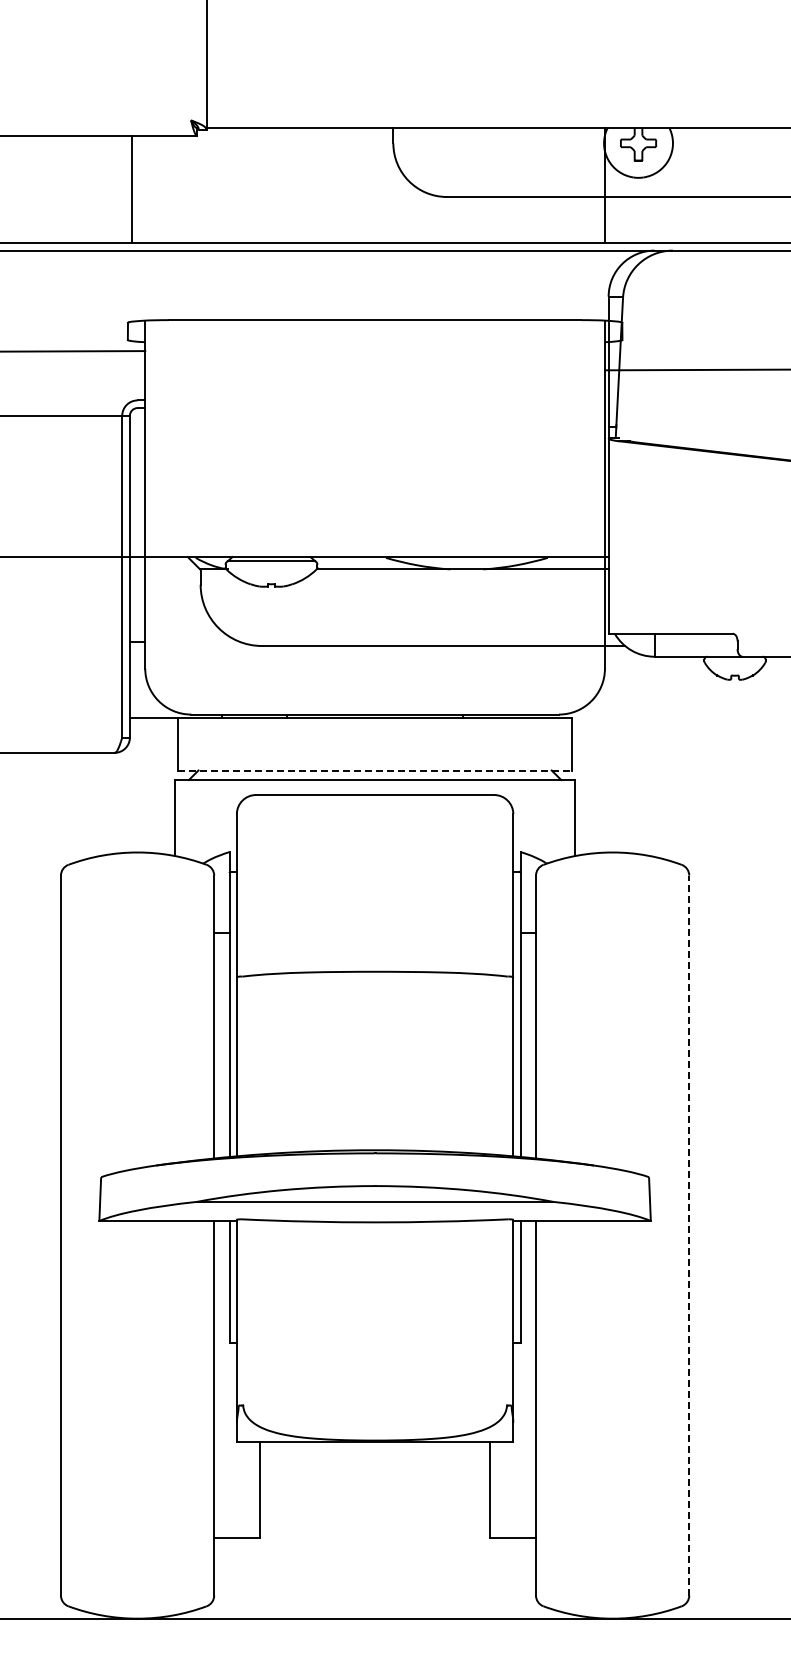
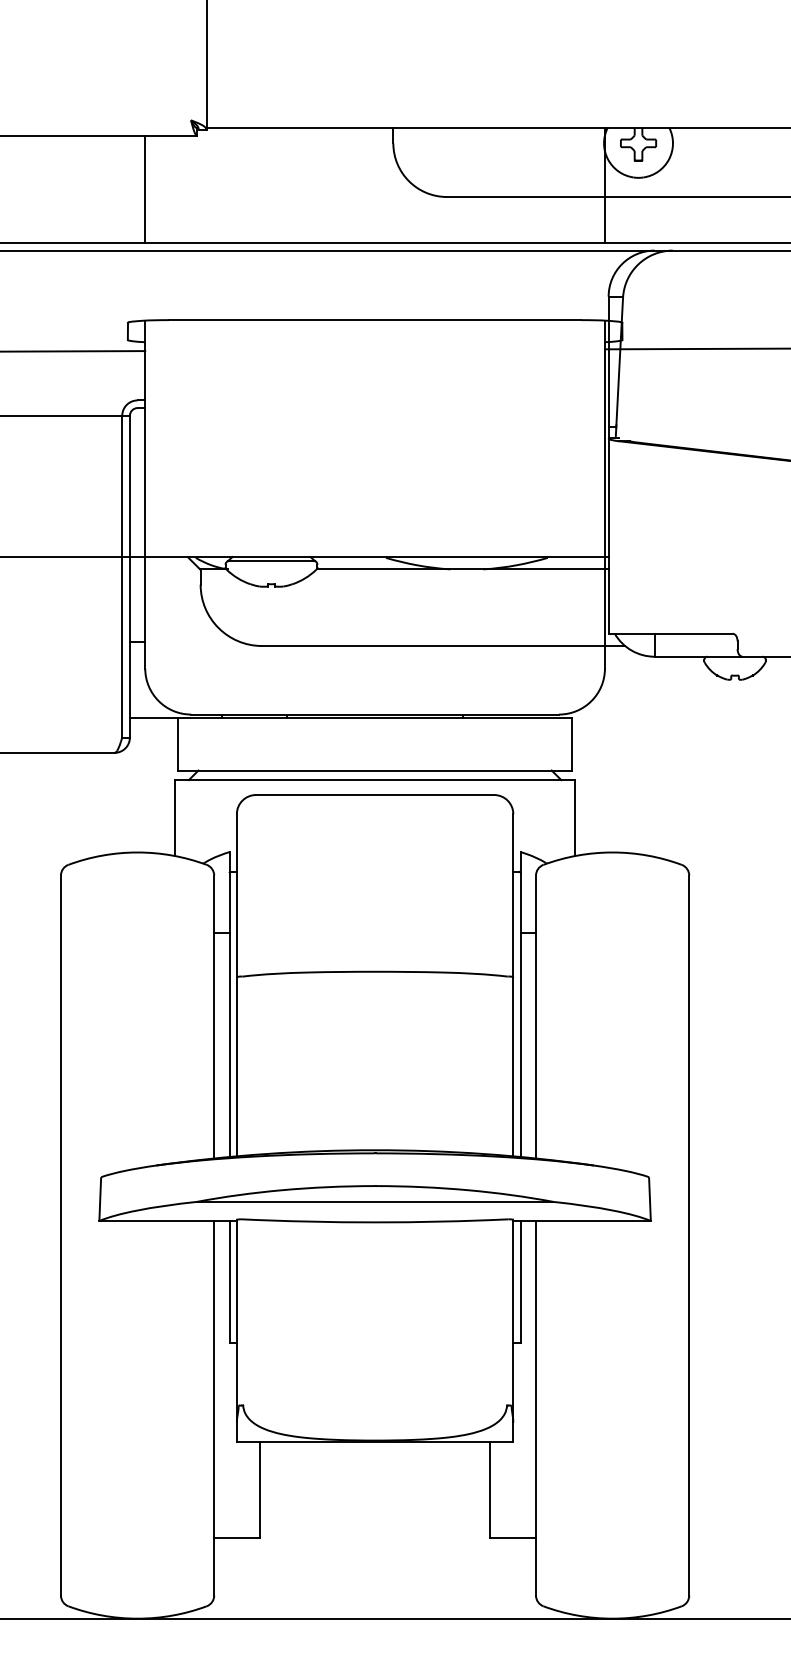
line at (132, 188) position: (132, 188) -> (145, 188)
line at (695, 369) position: (695, 369) -> (695, 348)
line at (375, 770): dashed -> solid
line at (689, 1235): dashed -> solid
